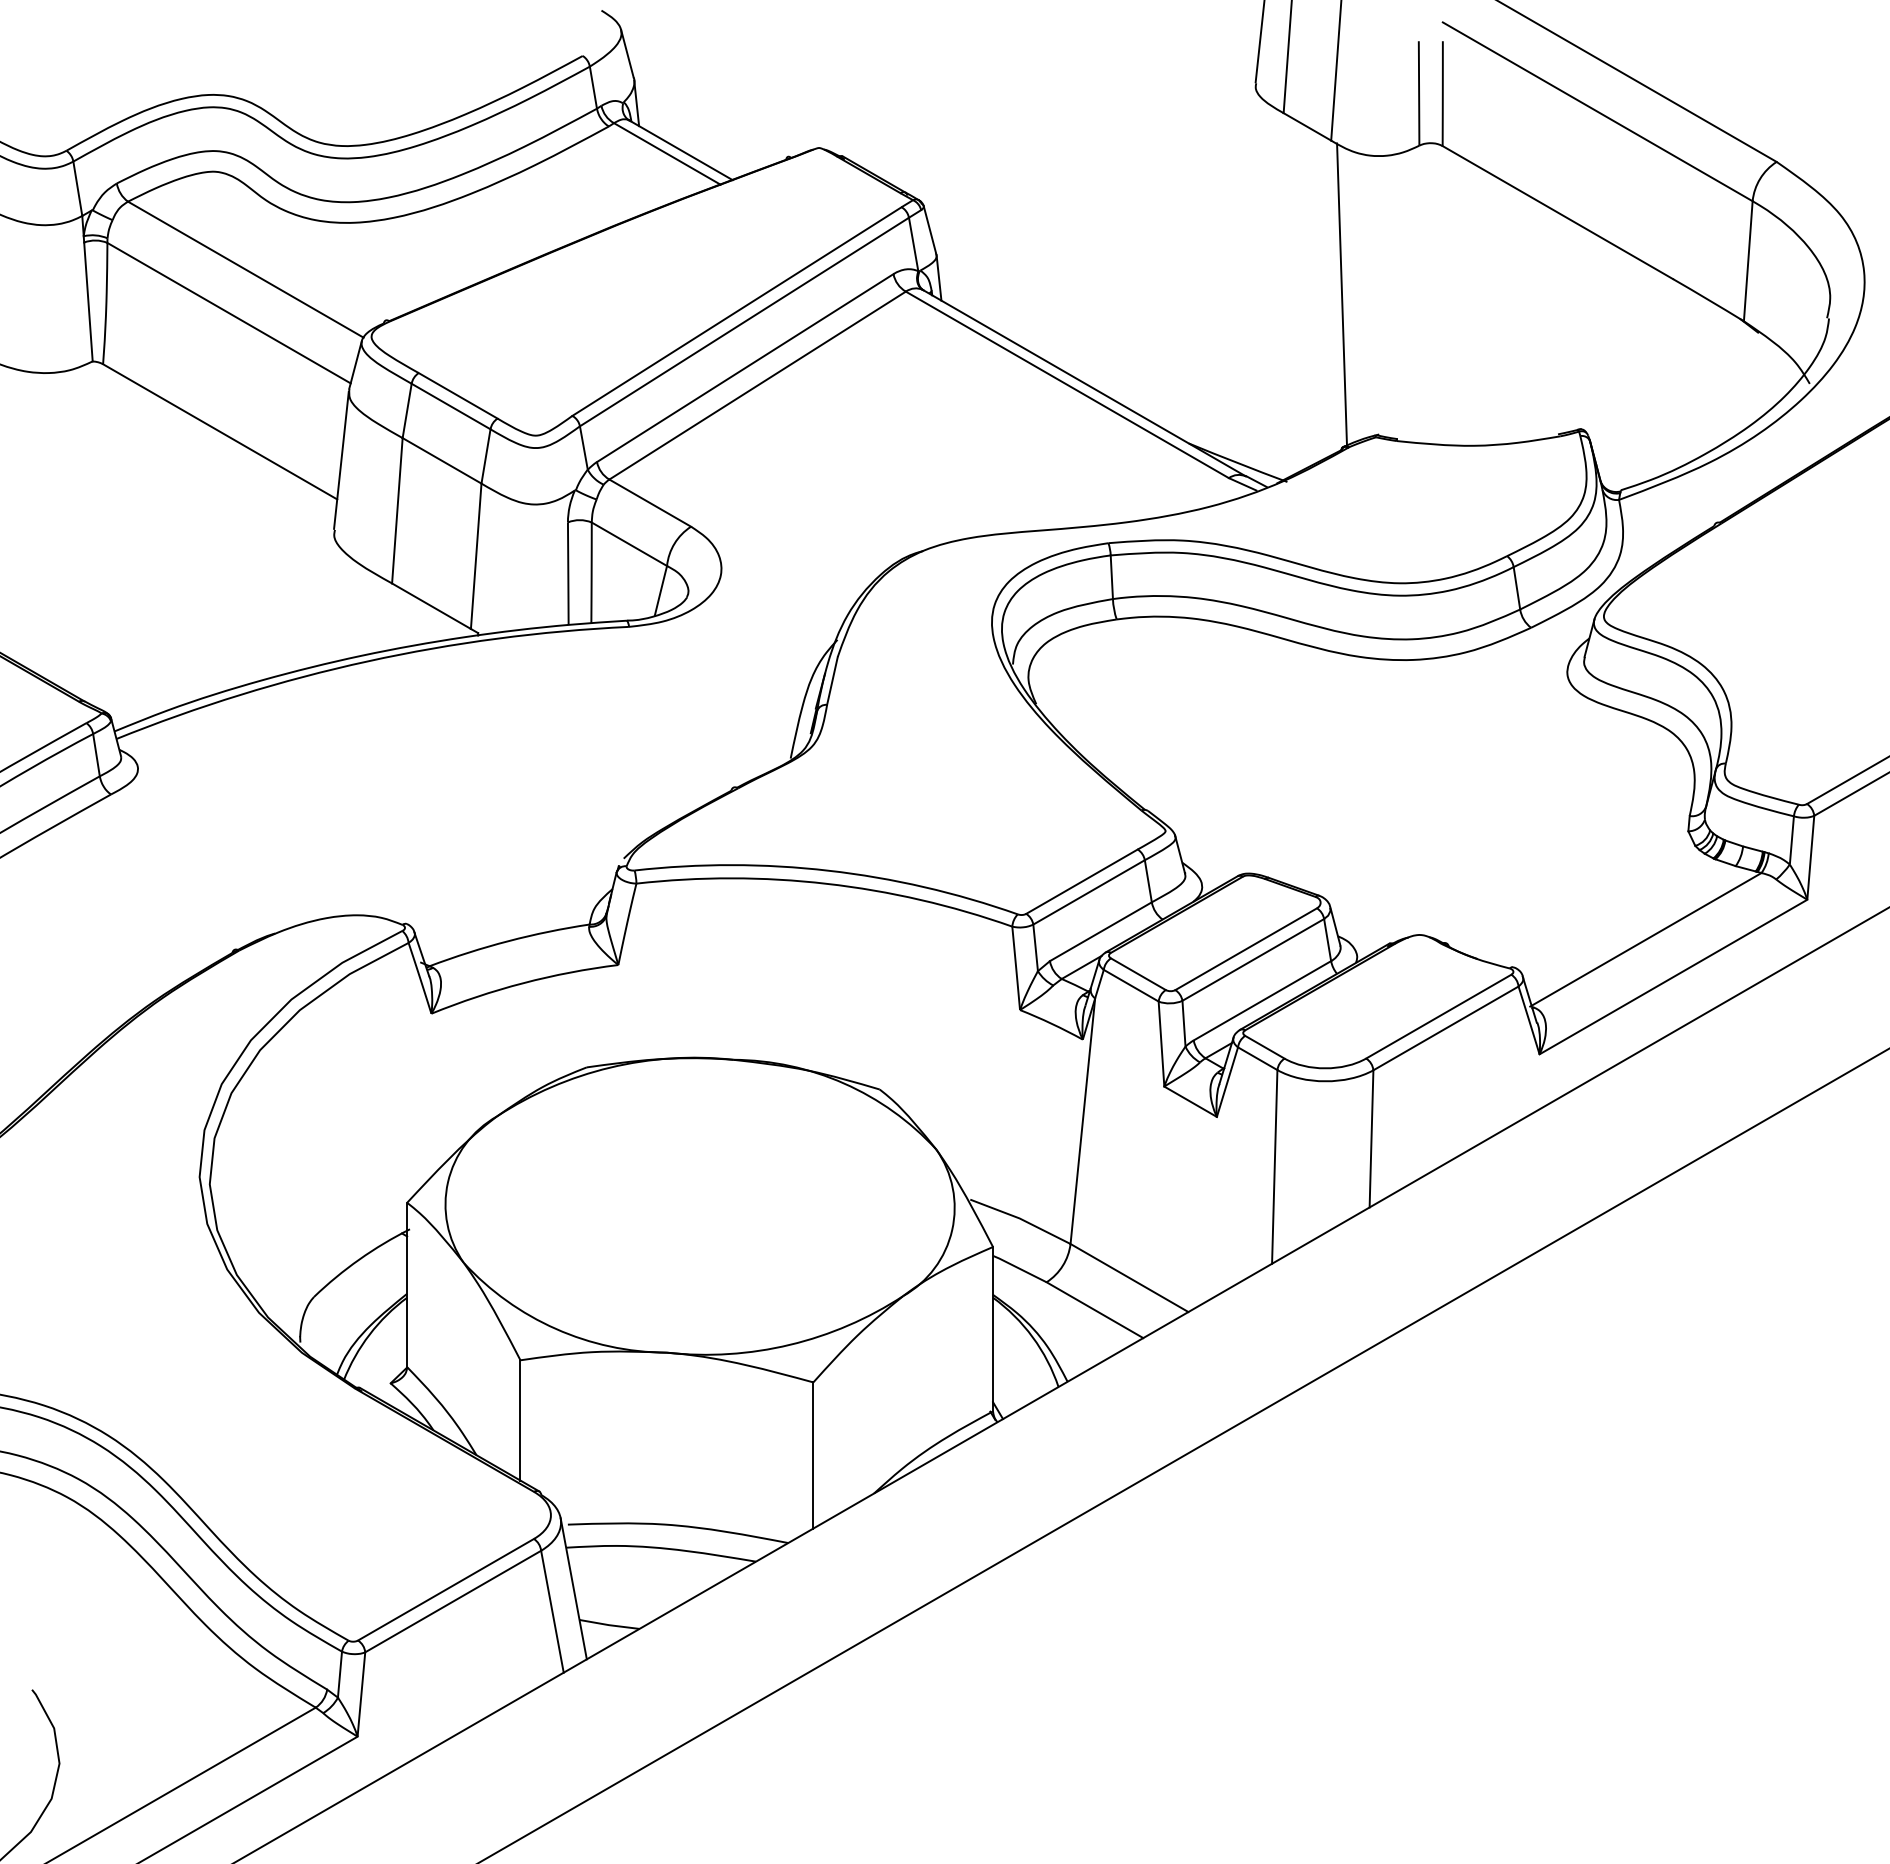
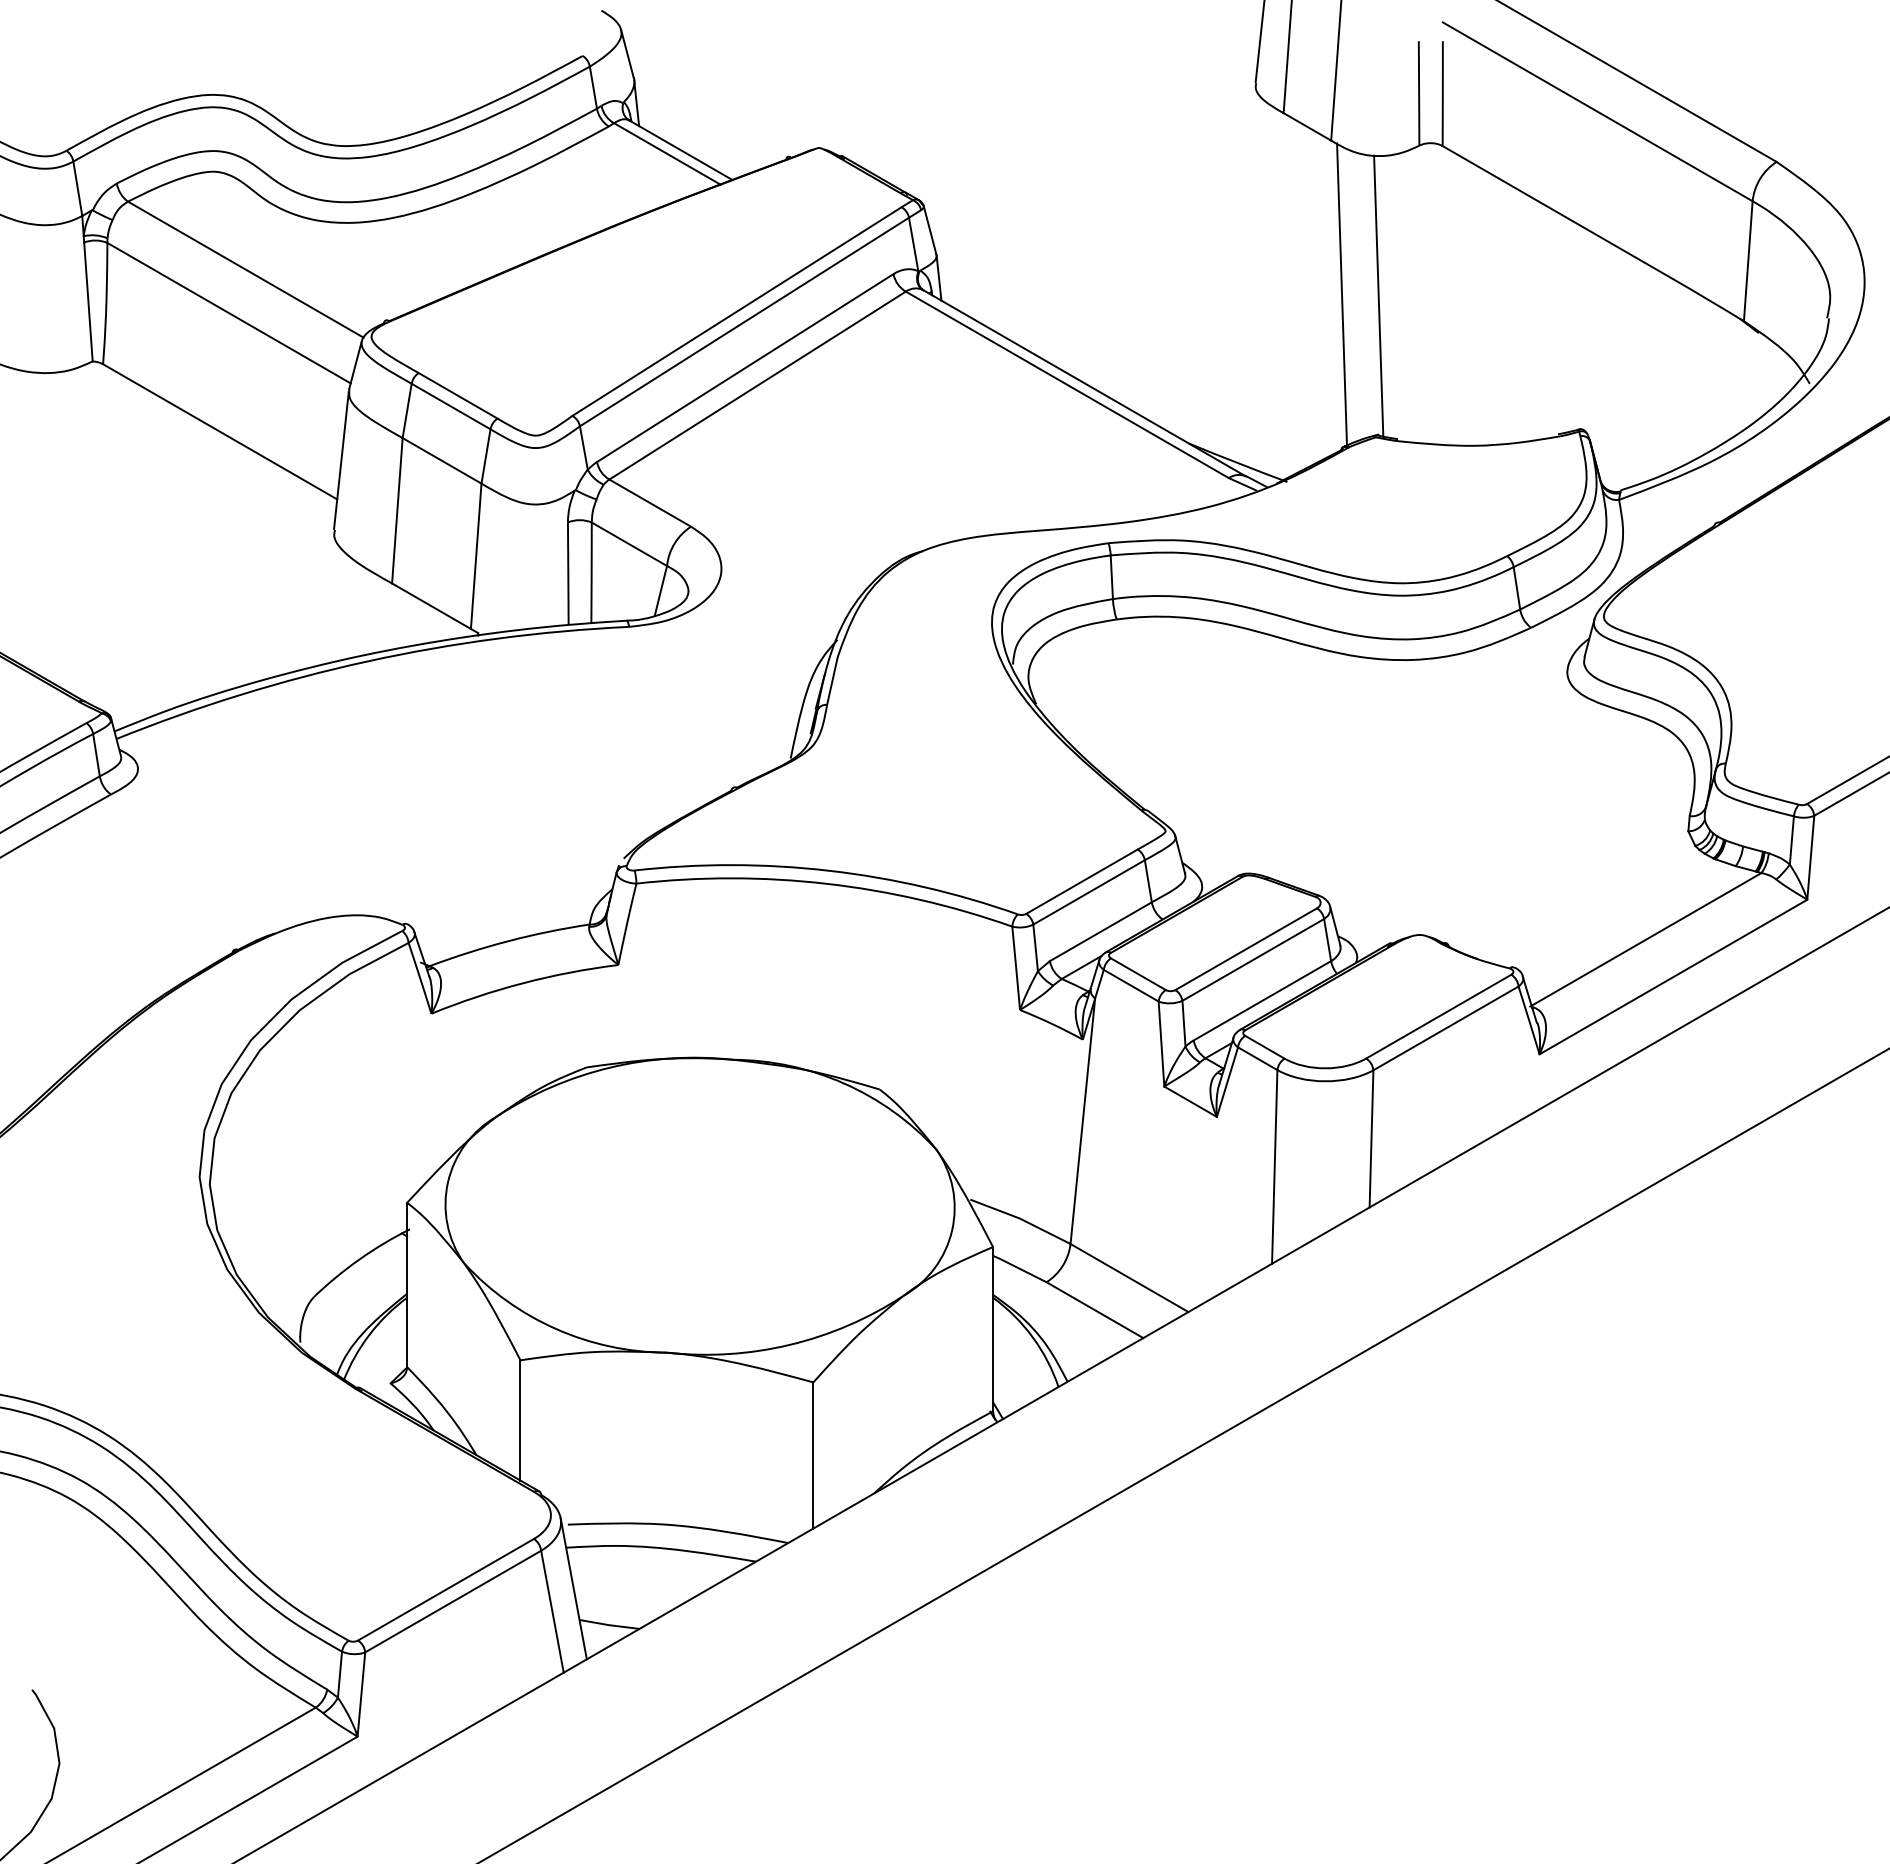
line at (1378, 295): none -> present
